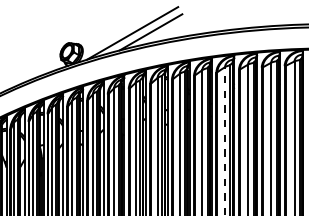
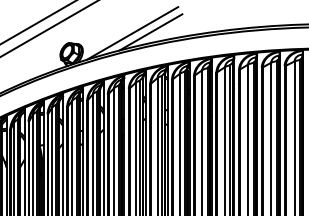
line at (37, 22): none -> present
line at (48, 29): none -> present
line at (225, 141): dashed -> solid
